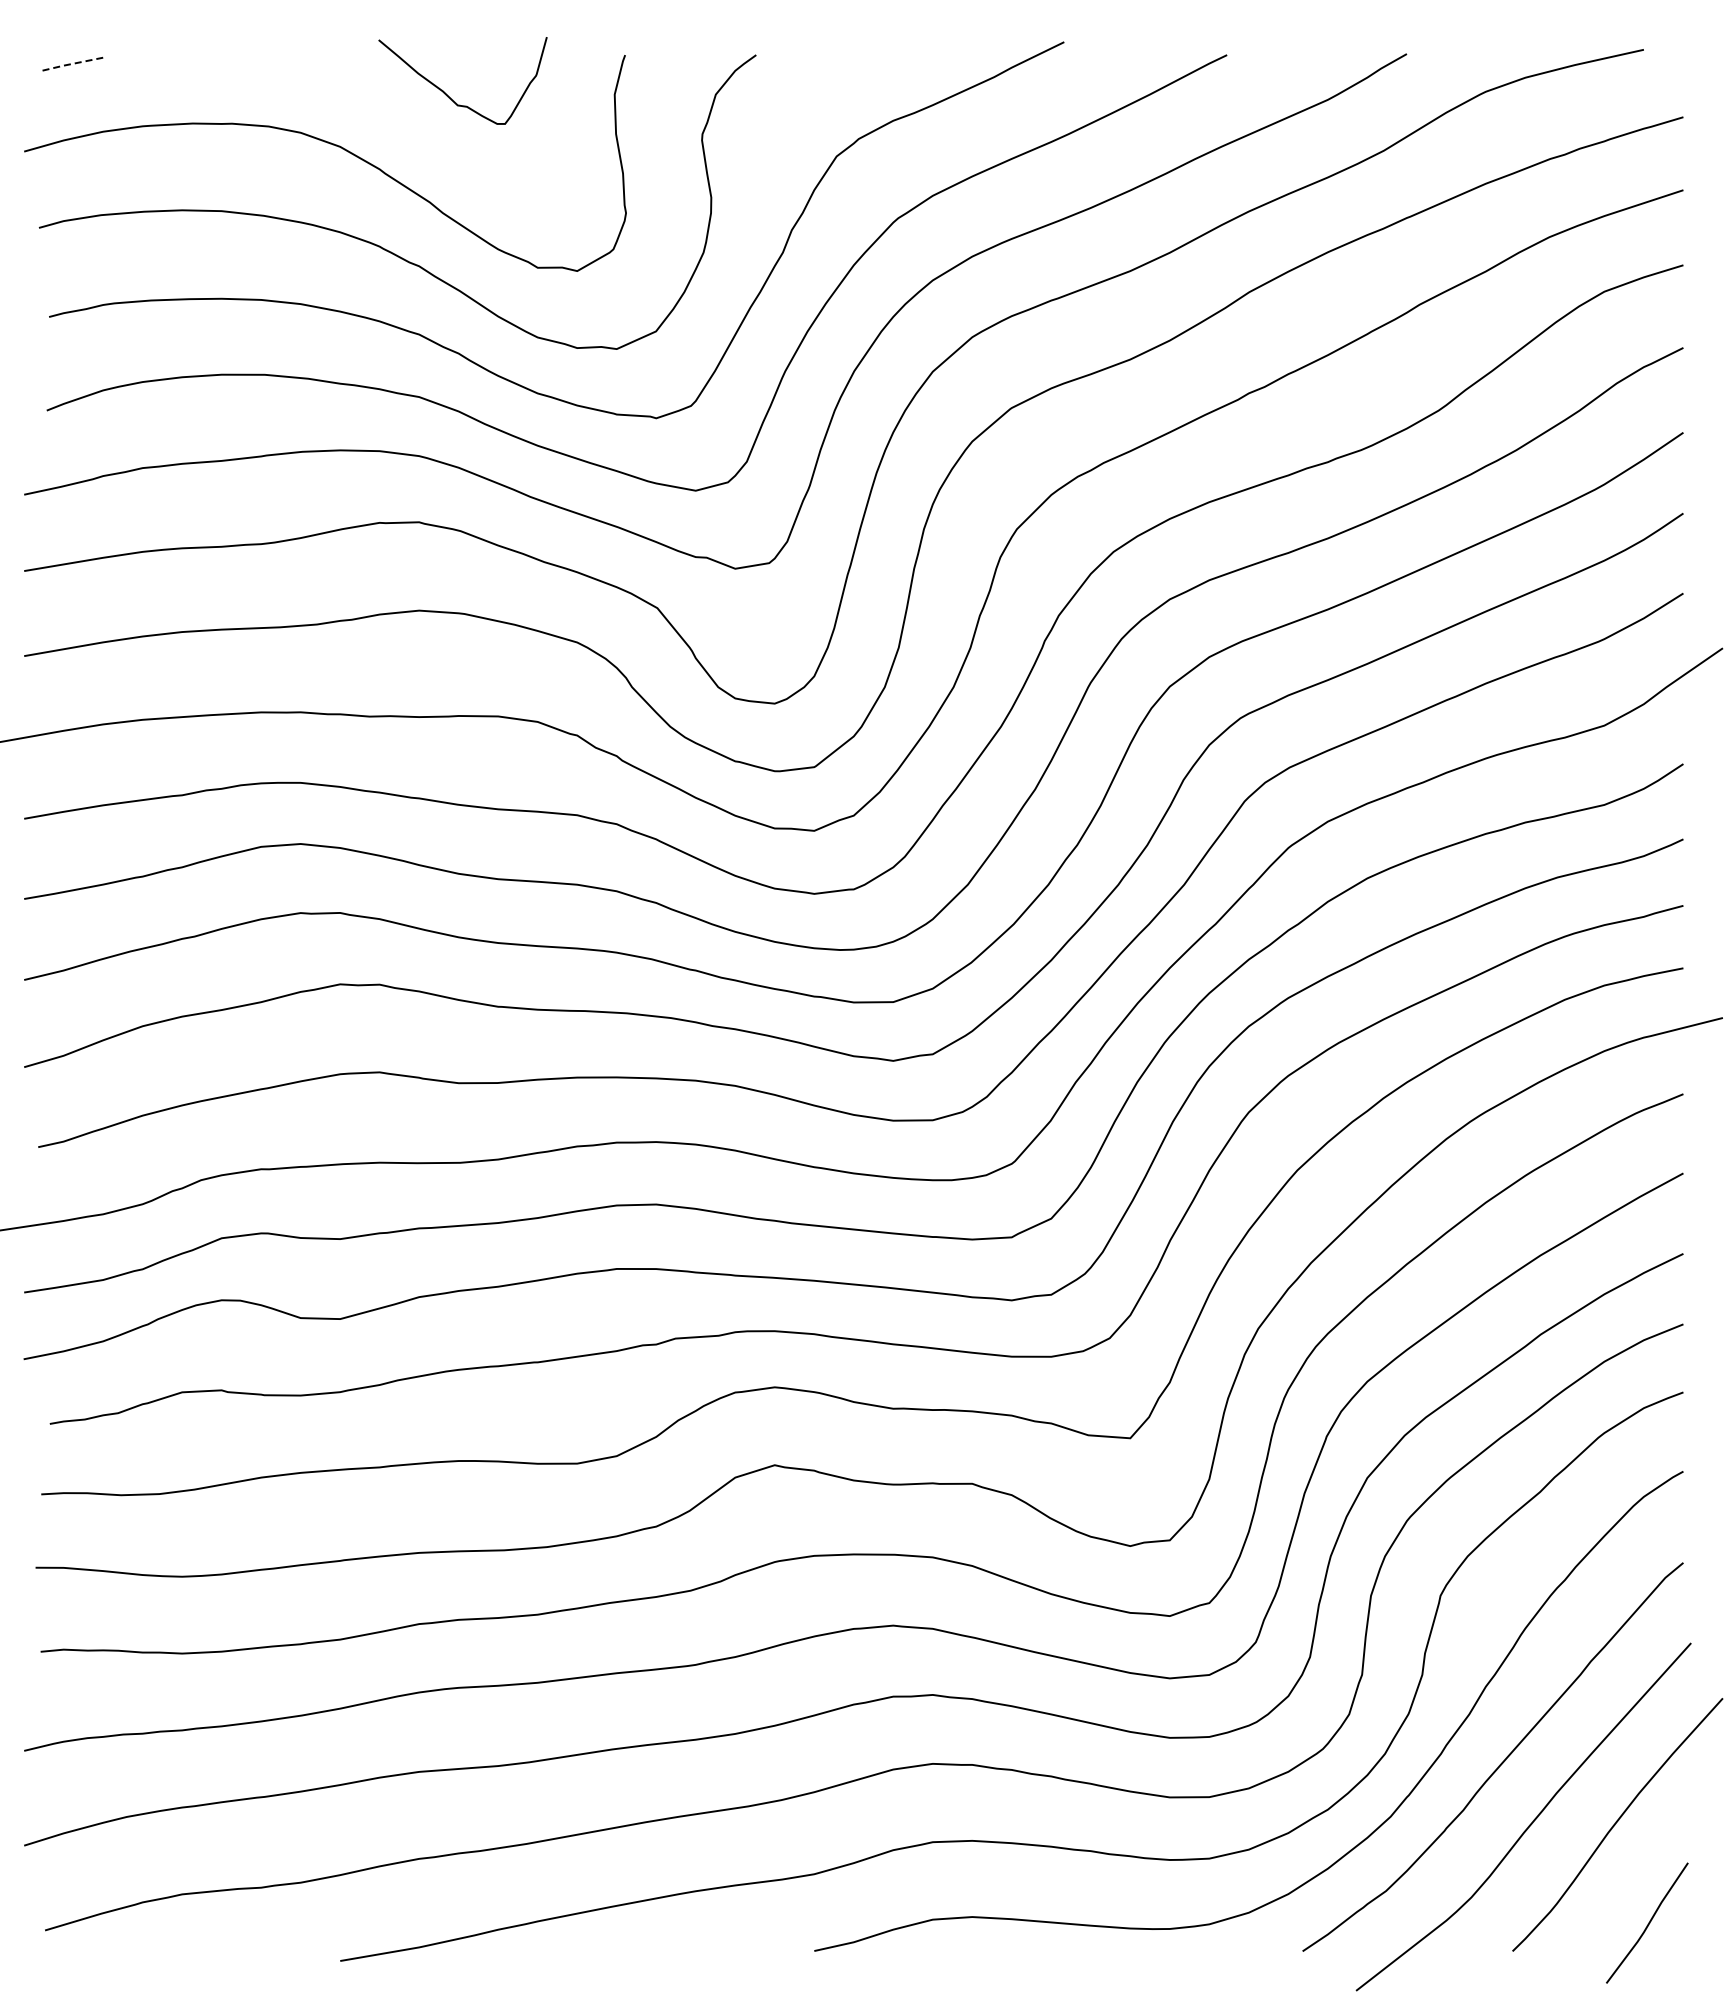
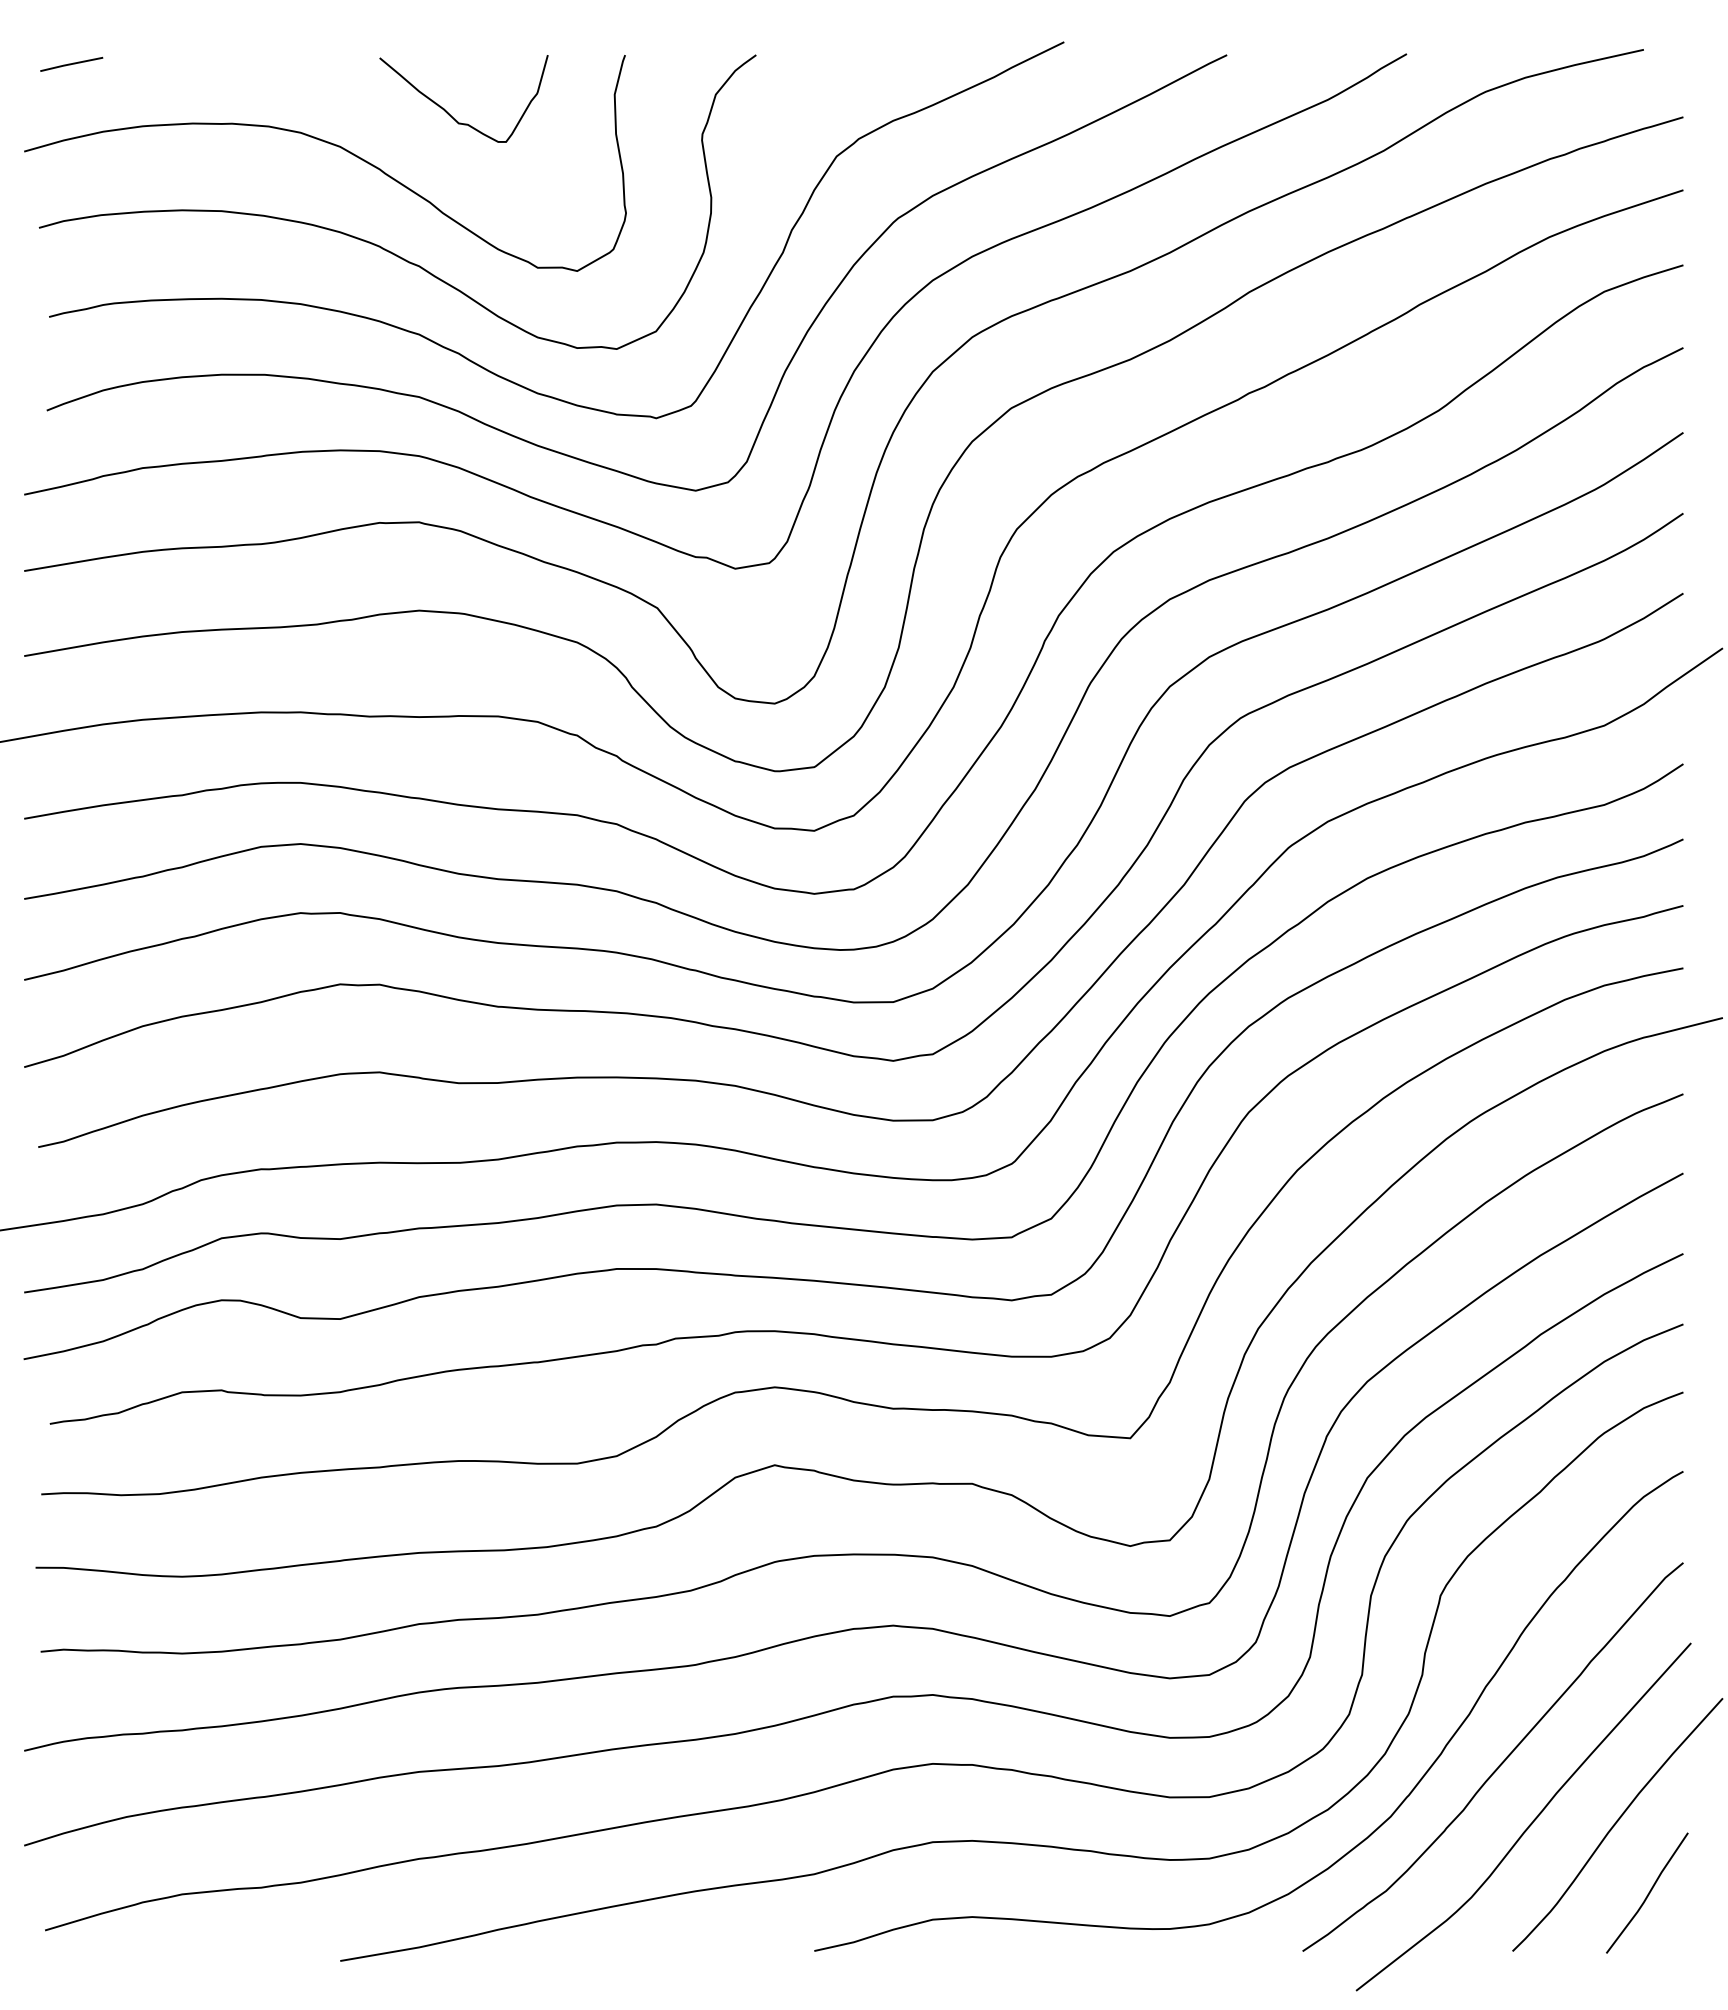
line at (70, 64): dashed -> solid
curve at (447, 94) position: (447, 94) -> (448, 112)
line at (1648, 1922) position: (1648, 1922) -> (1648, 1892)
